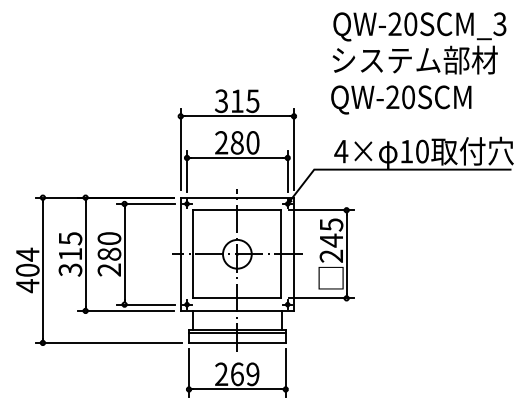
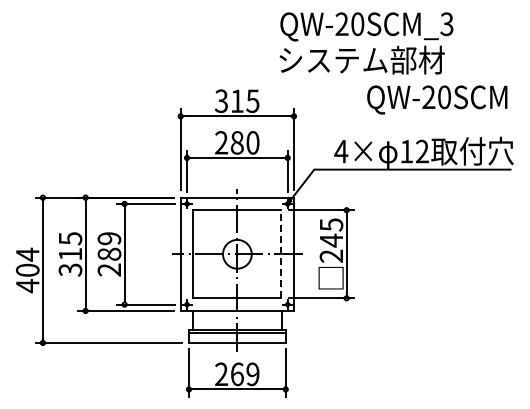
text at (419, 43) position: (419, 43) -> (366, 43)
text at (401, 99) position: (401, 99) -> (437, 99)
text at (422, 151): 10 -> 12
text at (109, 238): 280 -> 289
line at (281, 253): solid -> dashed
